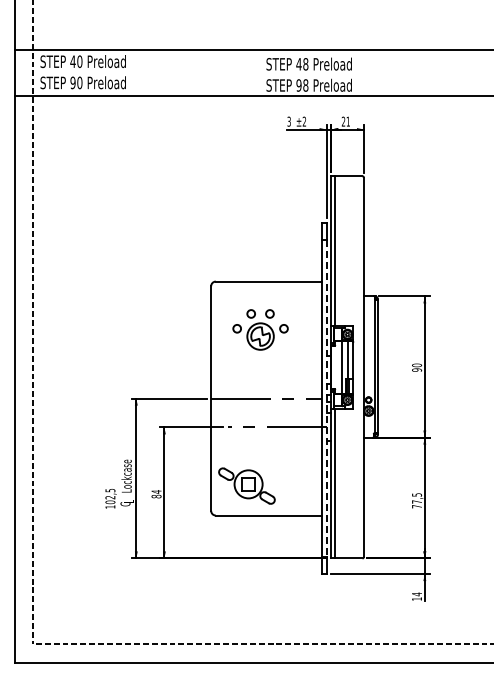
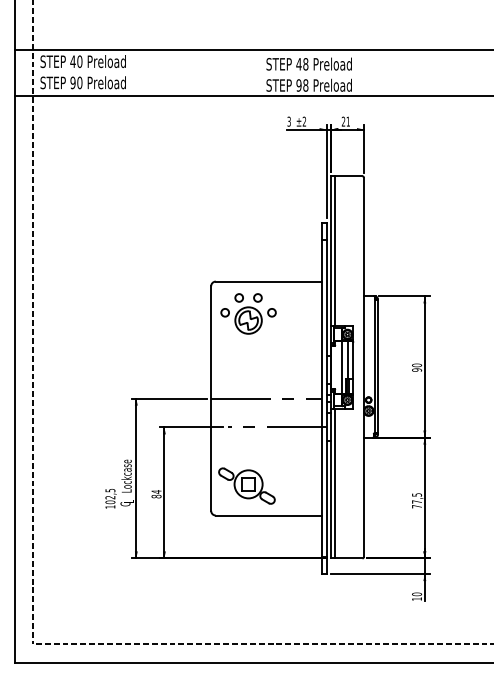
part at (260, 329) position: (260, 329) -> (248, 313)
line at (326, 399): dashed -> solid
text at (417, 594): 14 -> 10
